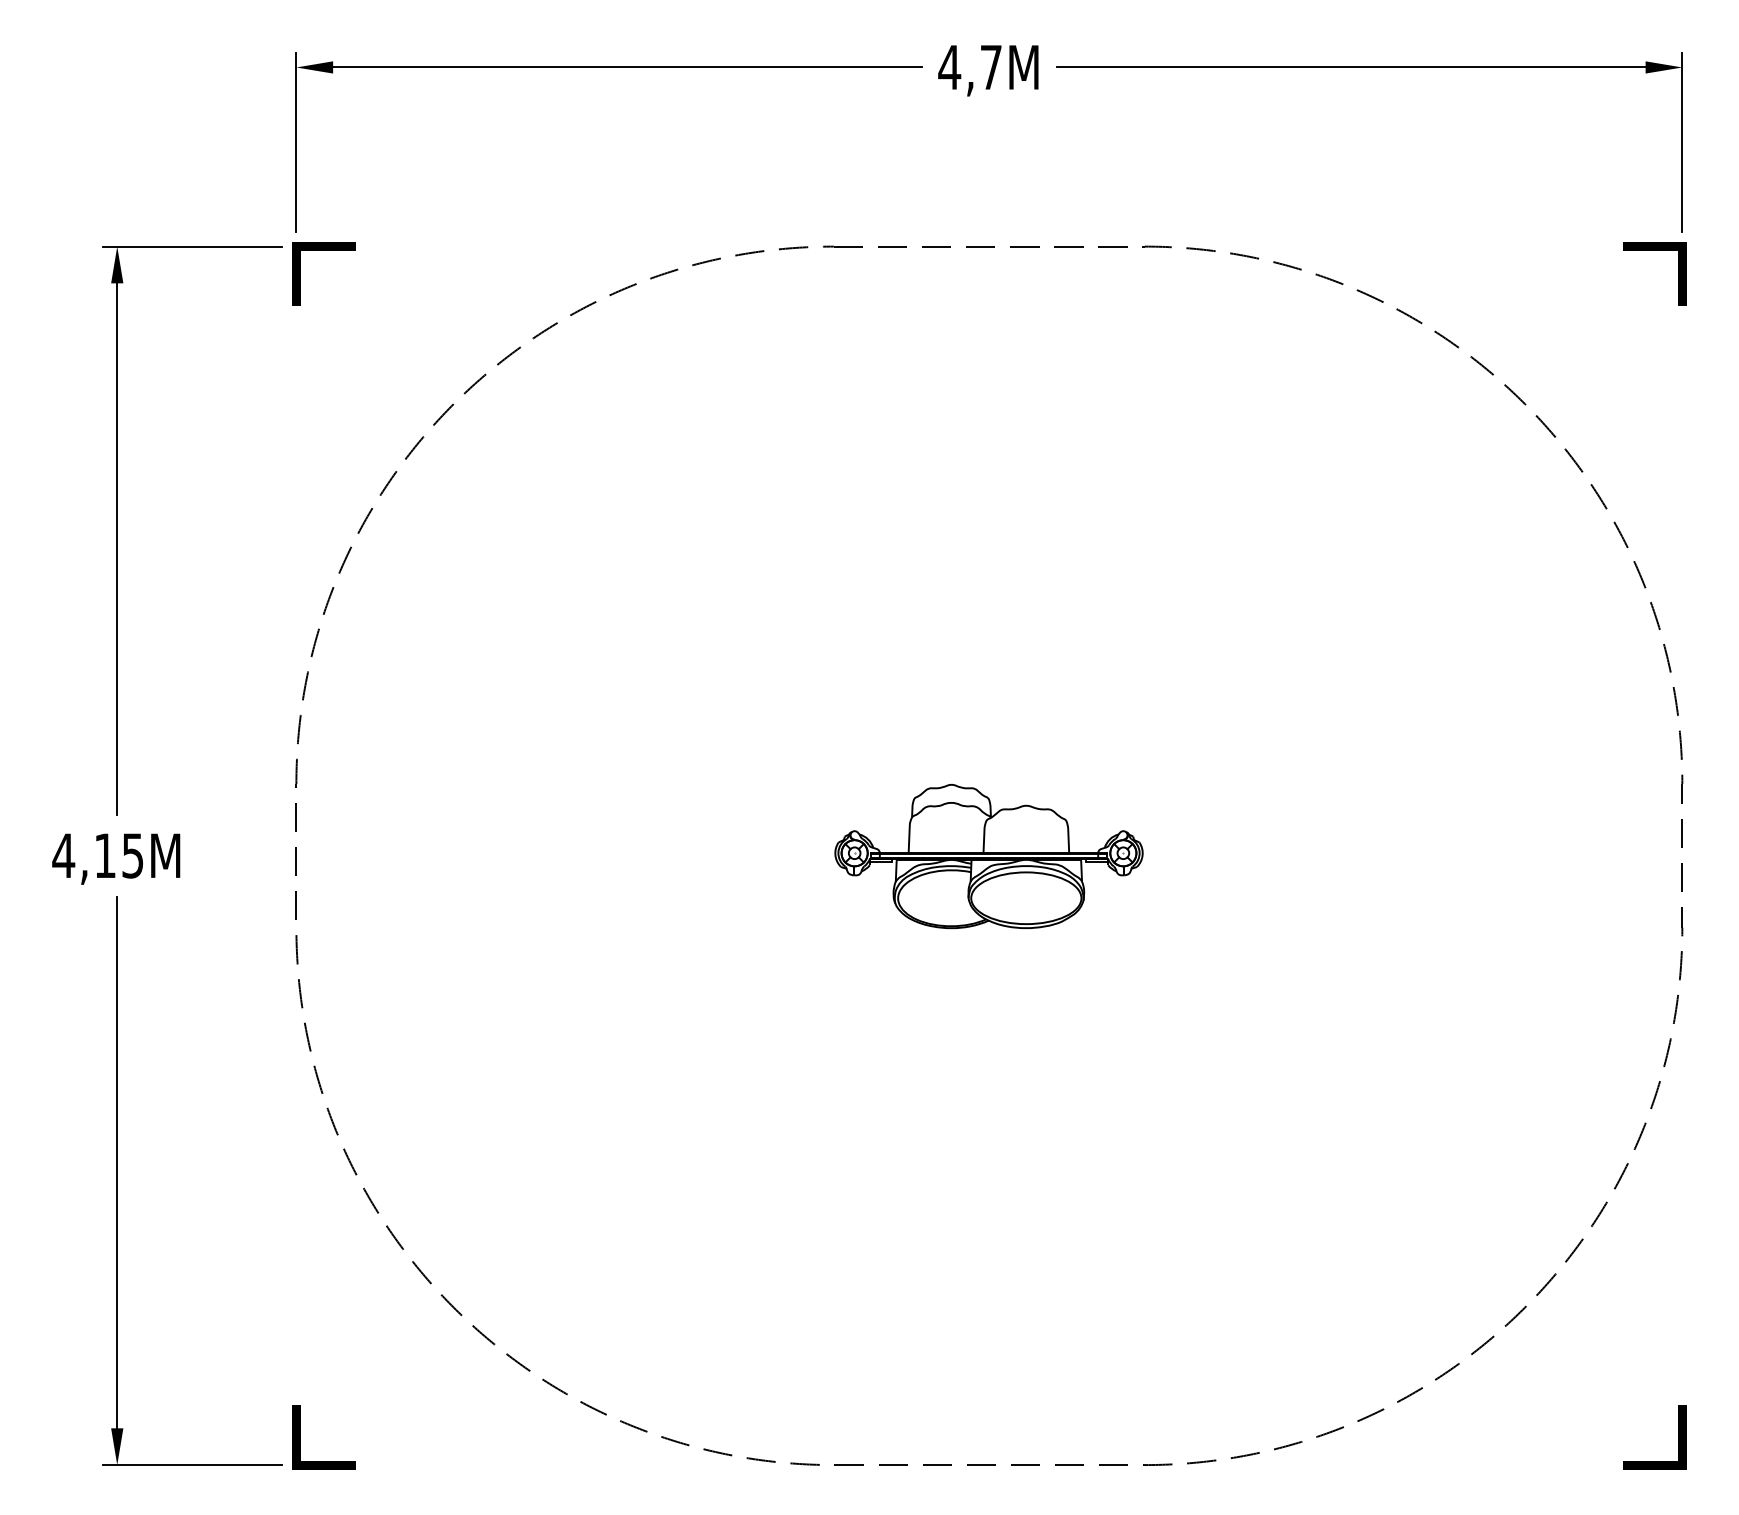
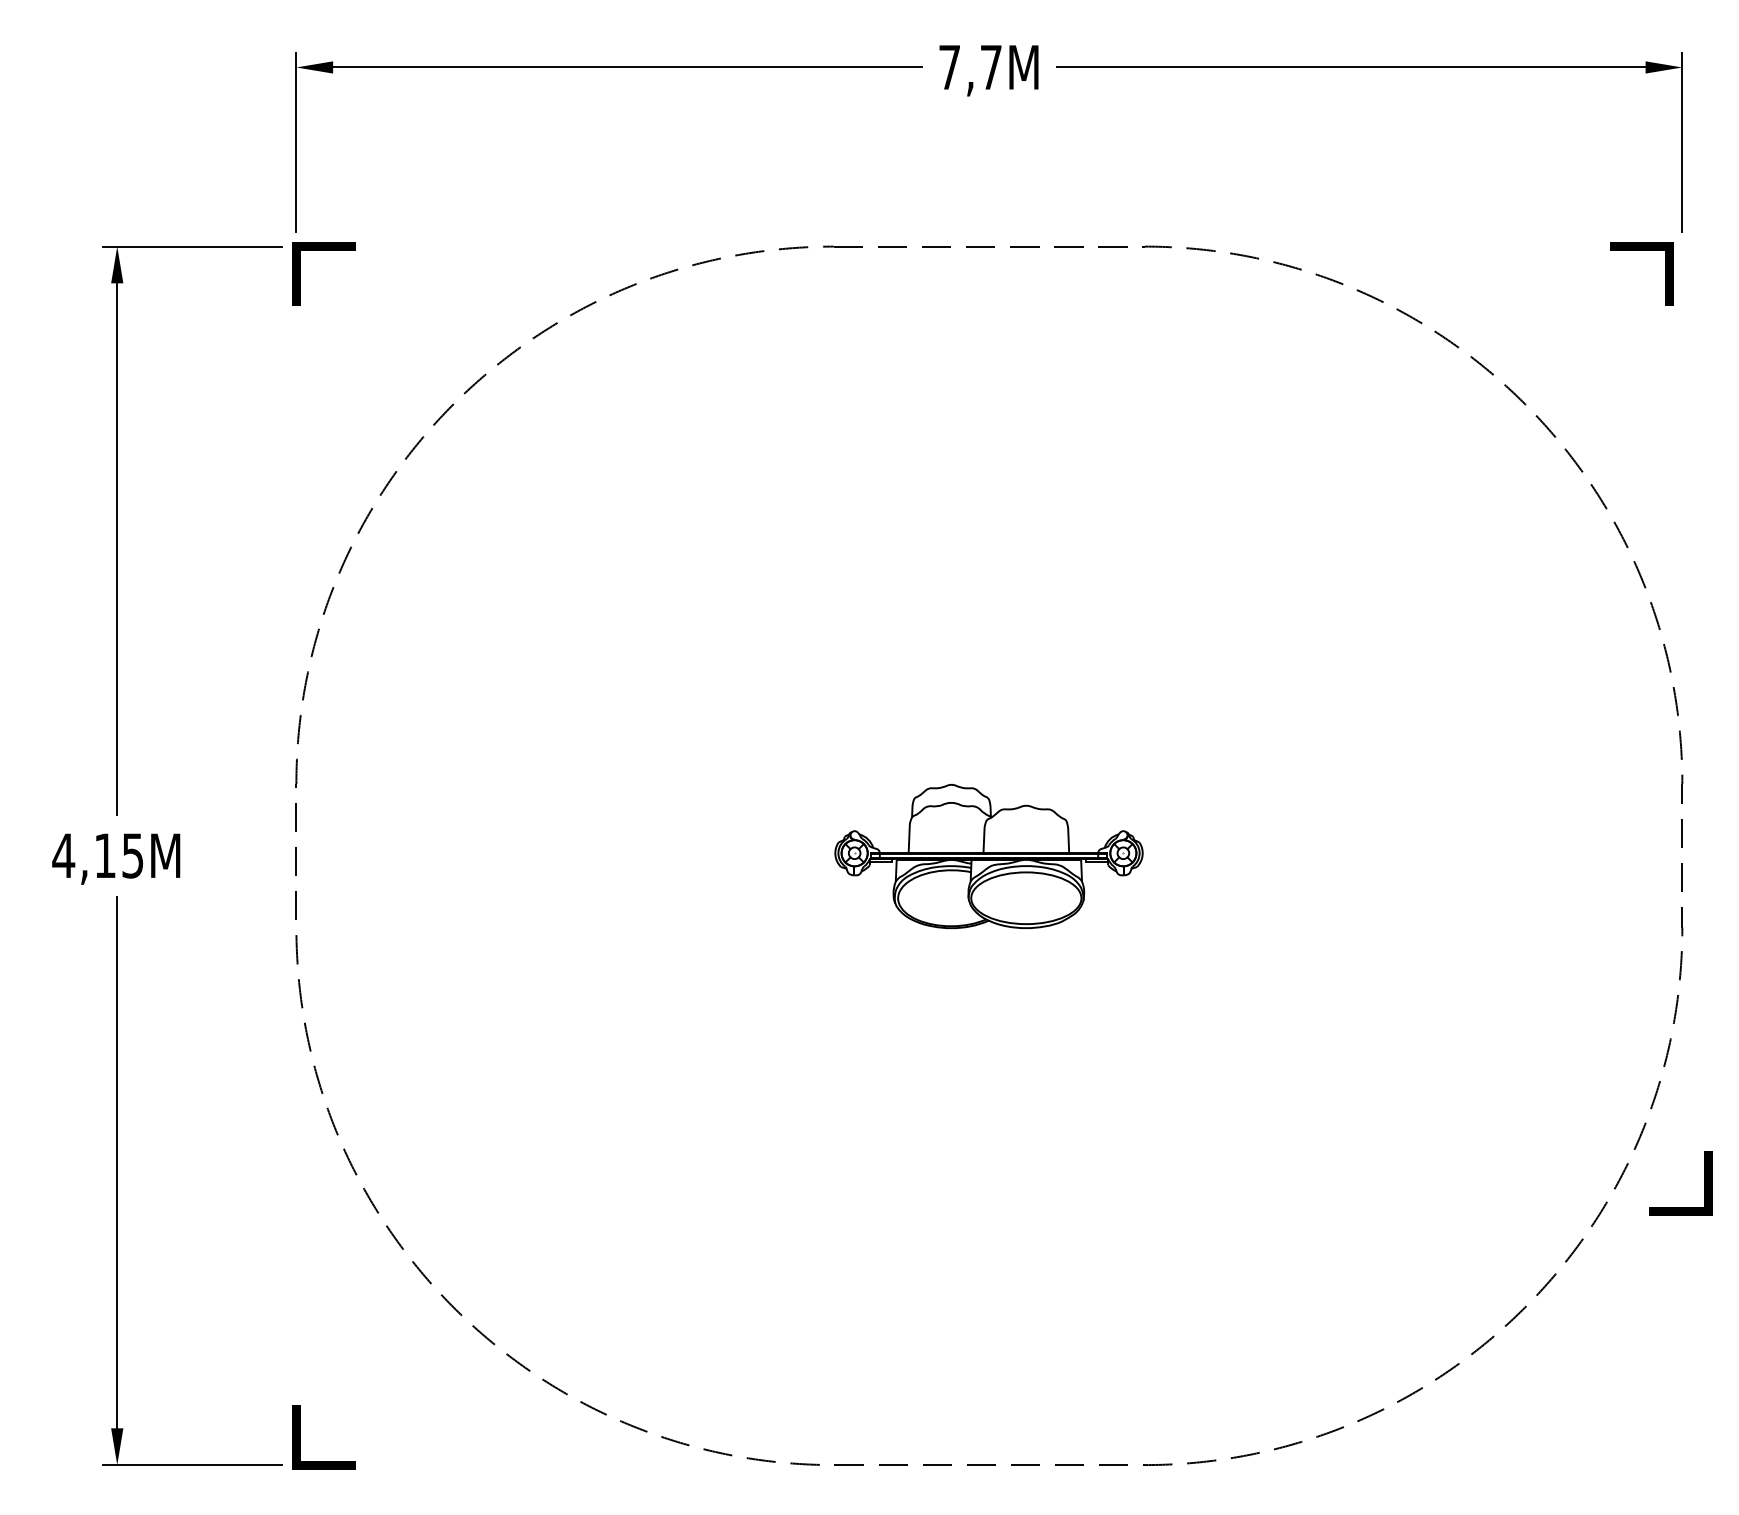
text at (949, 67): 4,7M -> 7,7M
part at (1654, 250) position: (1654, 250) -> (1641, 250)
part at (1678, 1437) position: (1678, 1437) -> (1704, 1183)
